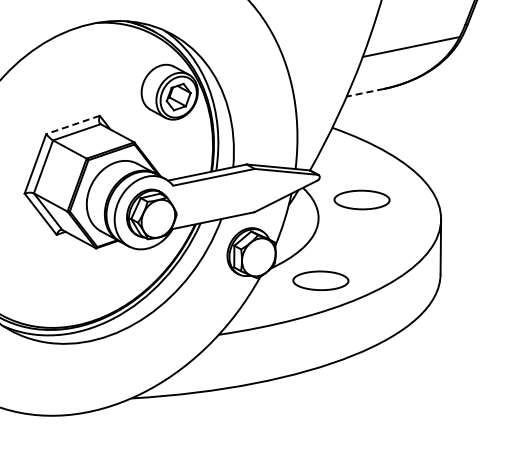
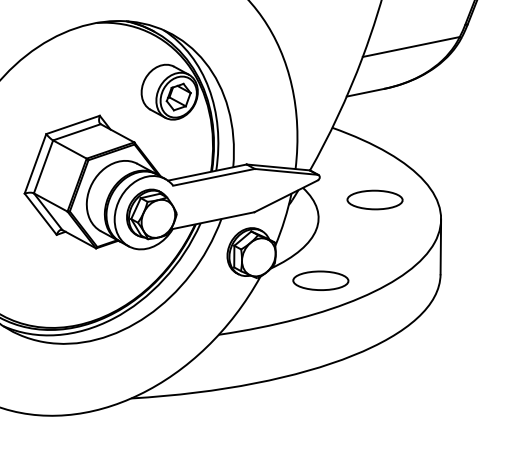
line at (364, 92): dashed -> solid
line at (72, 125): dashed -> solid
part at (361, 199) position: (361, 199) -> (374, 199)
